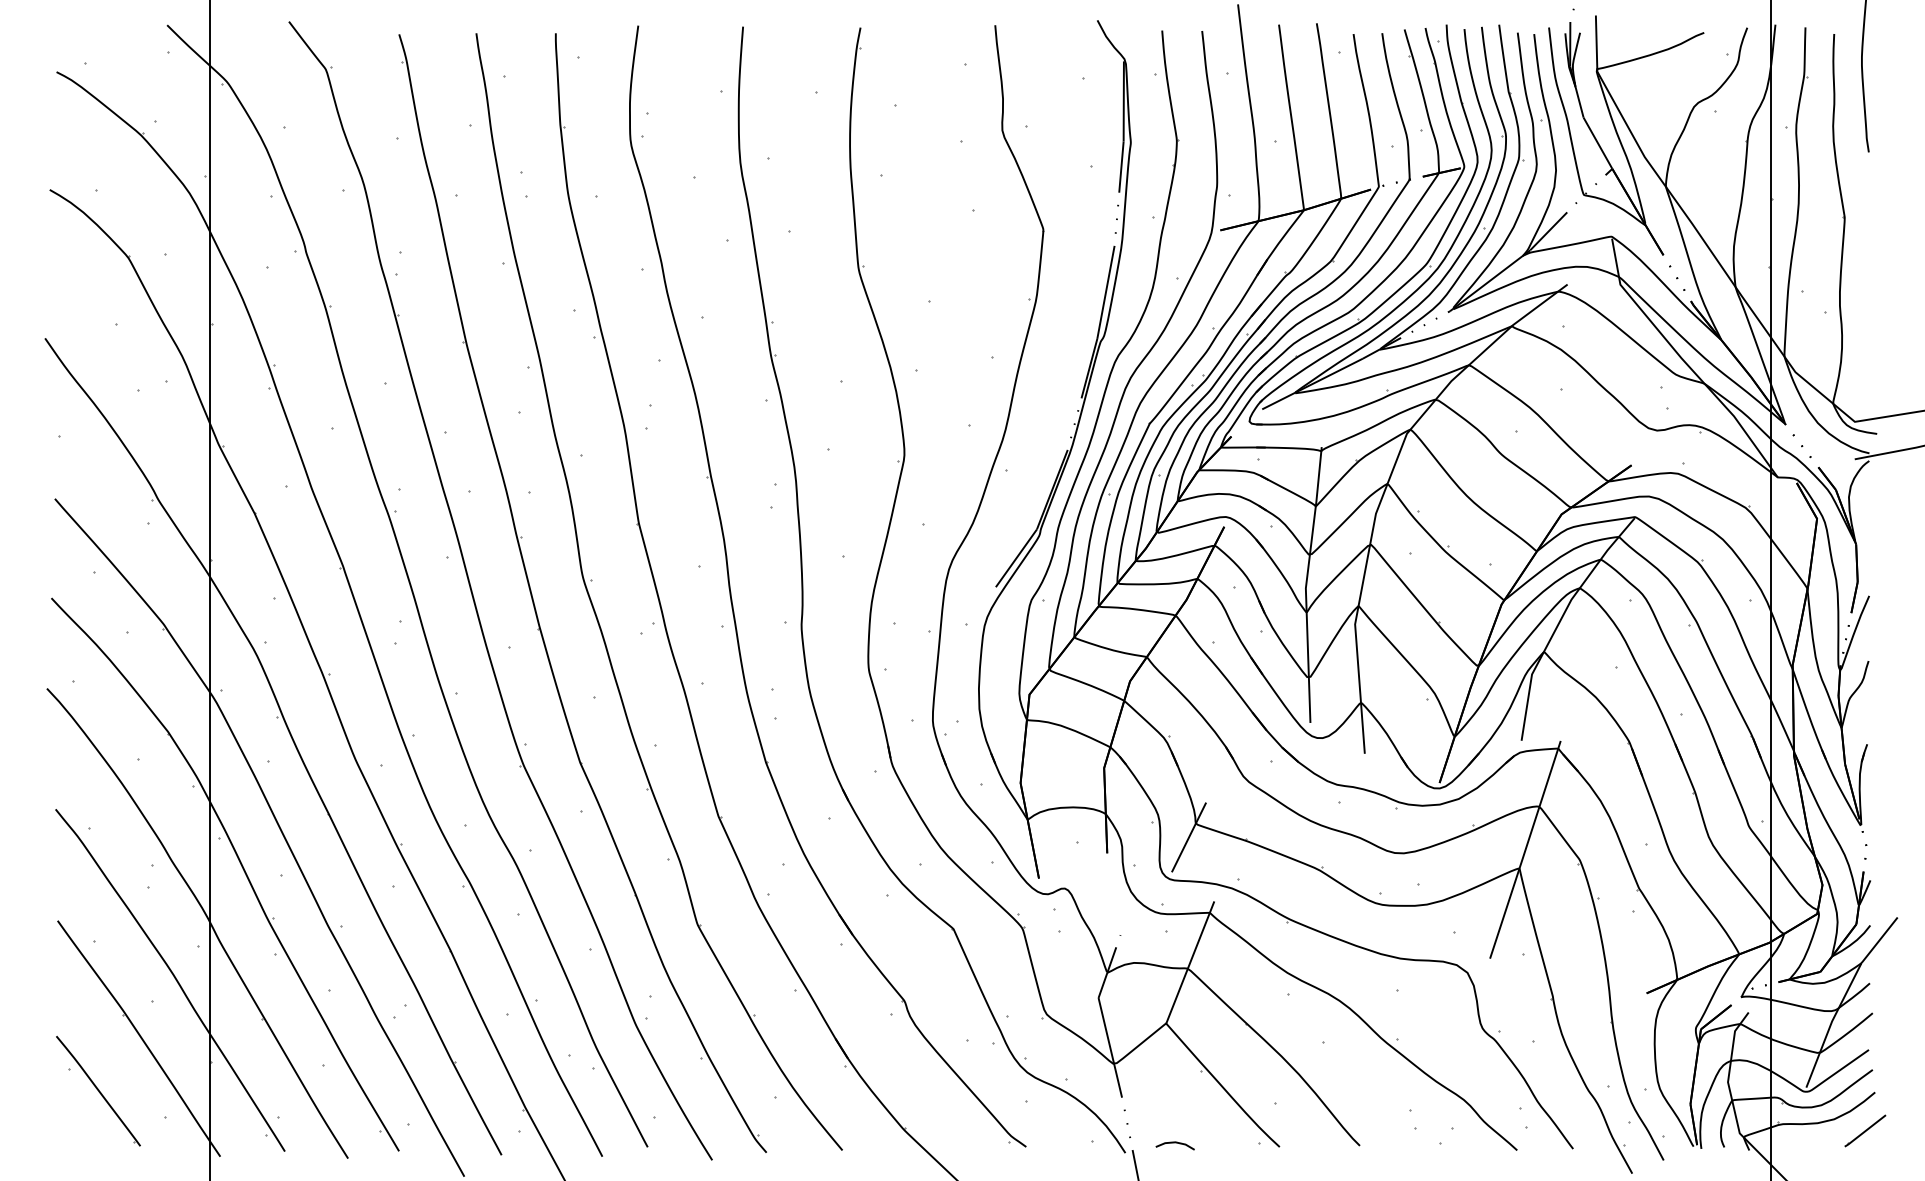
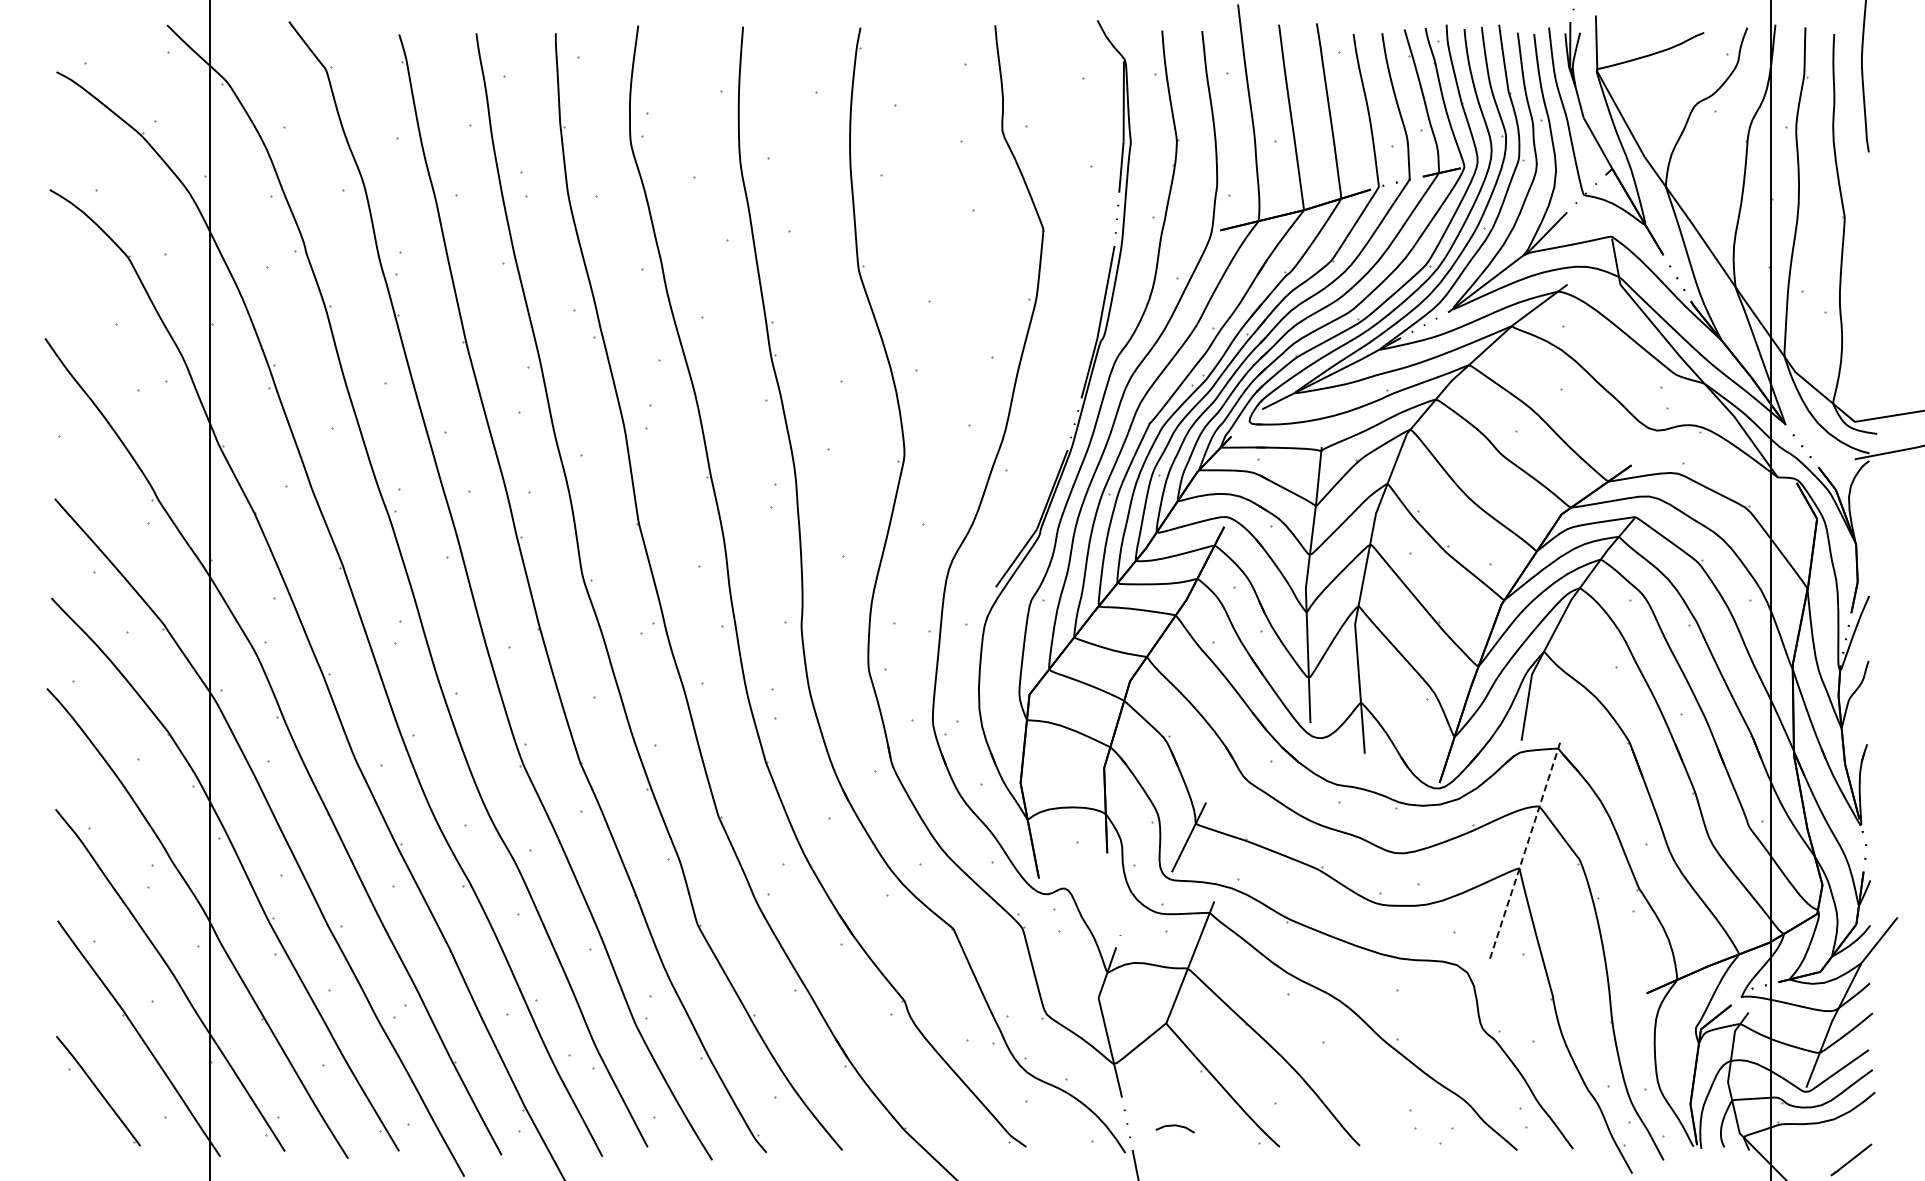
line at (1525, 849): solid -> dashed
line at (1865, 1130) position: (1865, 1130) -> (1851, 1159)
line at (1174, 1143) position: (1174, 1143) -> (1174, 1126)
